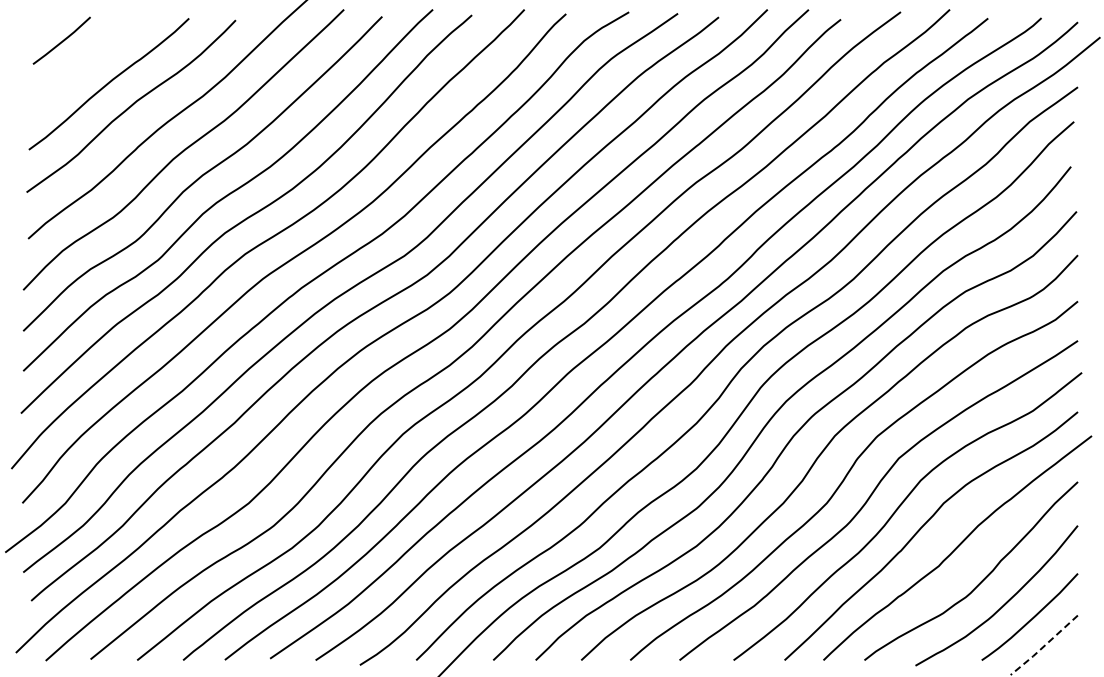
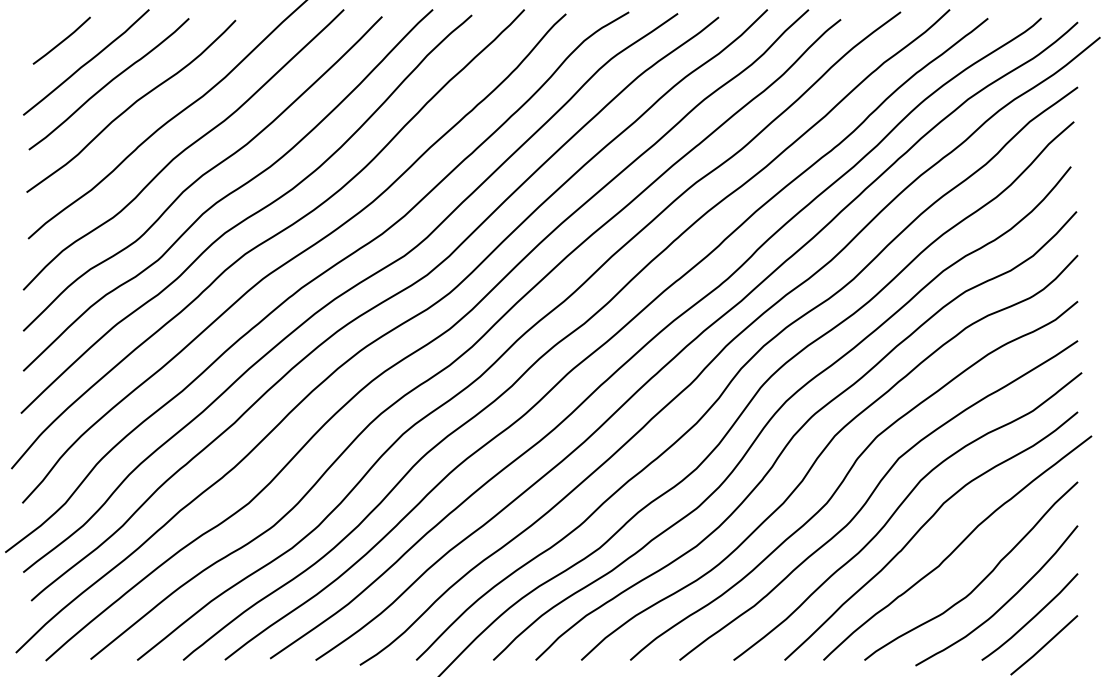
curve at (86, 62): none -> present
line at (1044, 646): dashed -> solid
